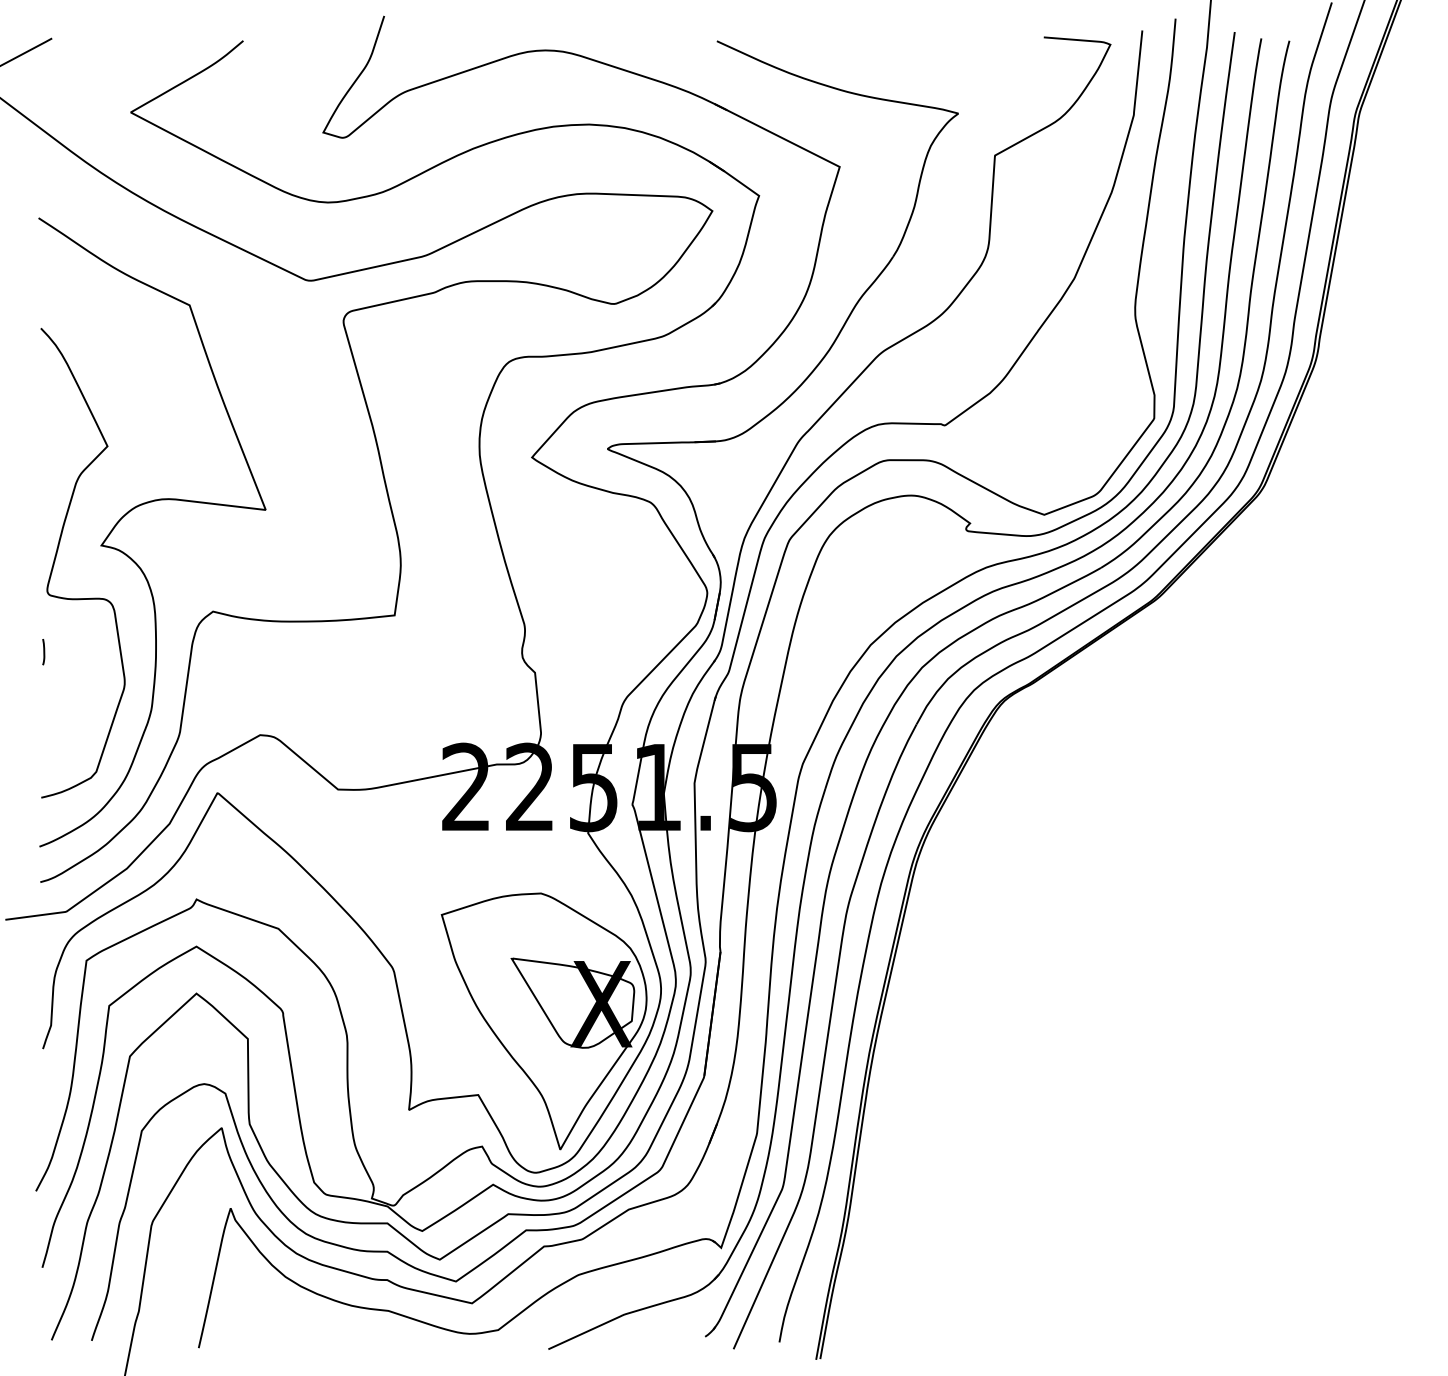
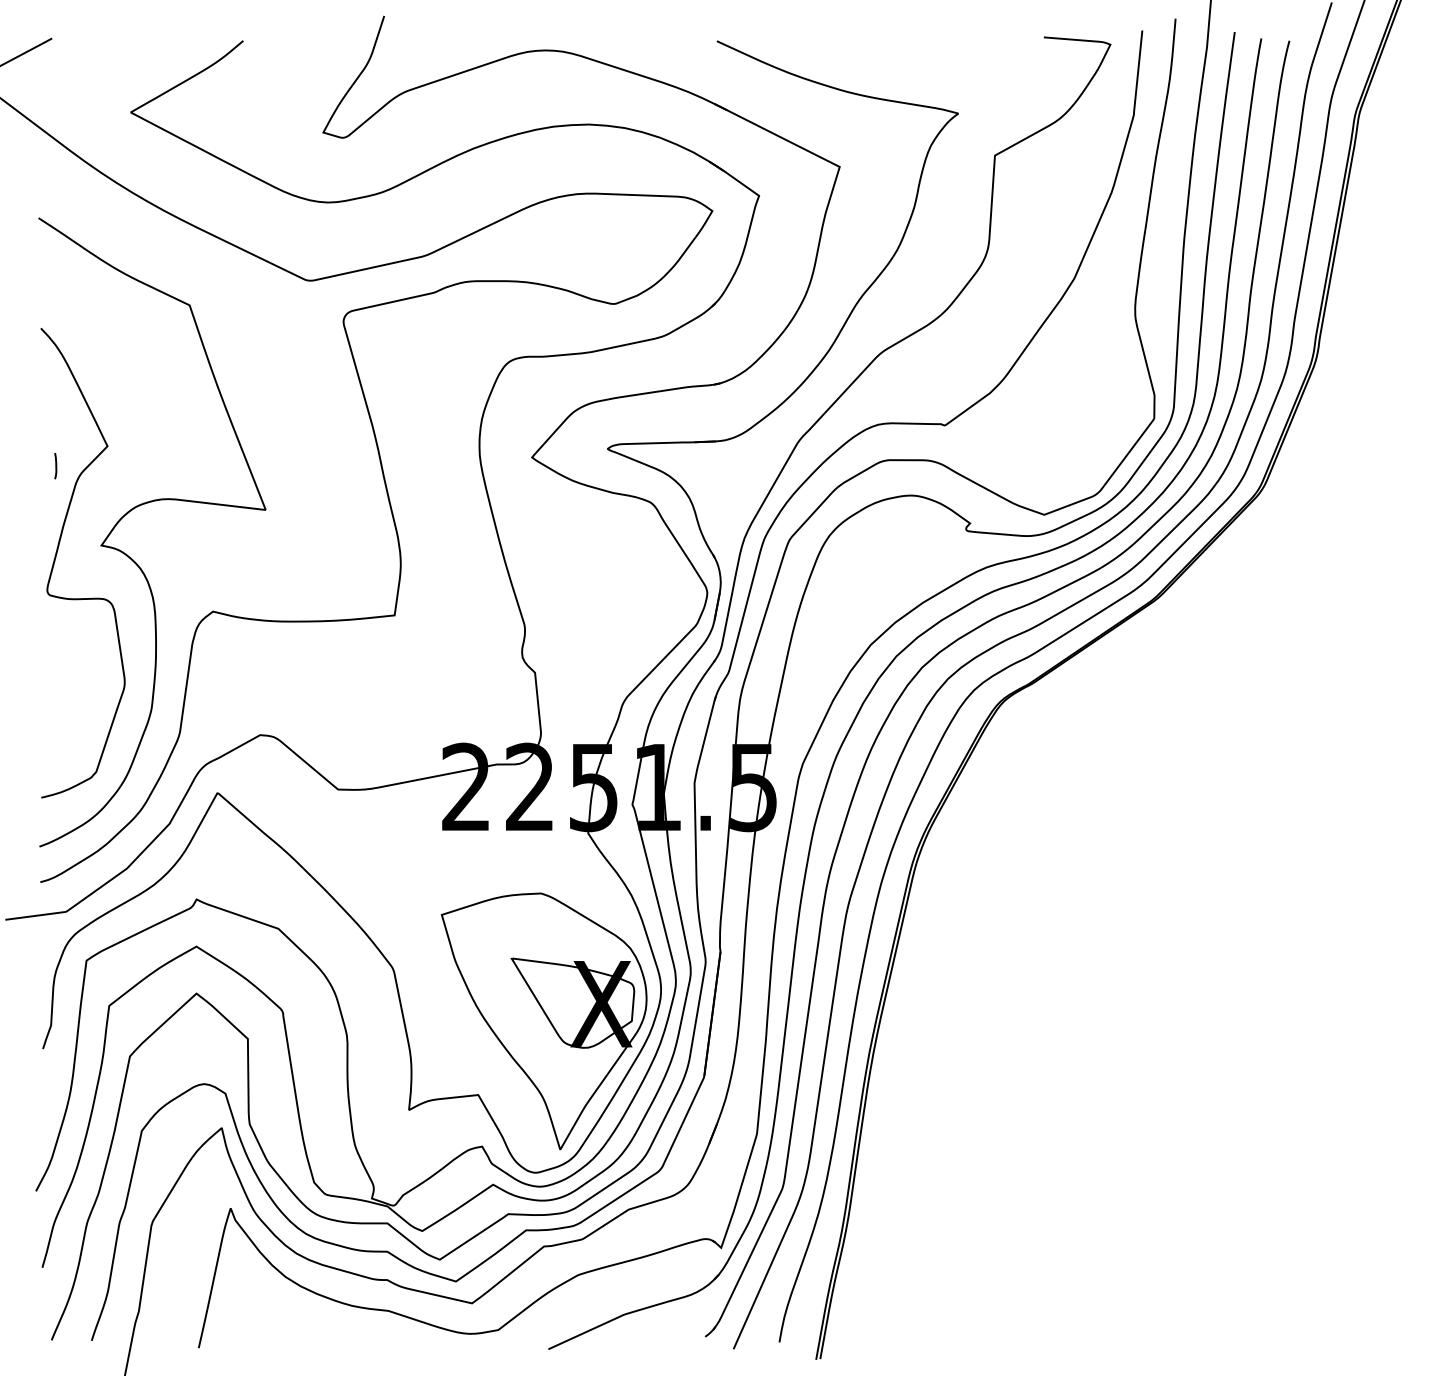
line at (43, 652) position: (43, 652) -> (55, 466)
